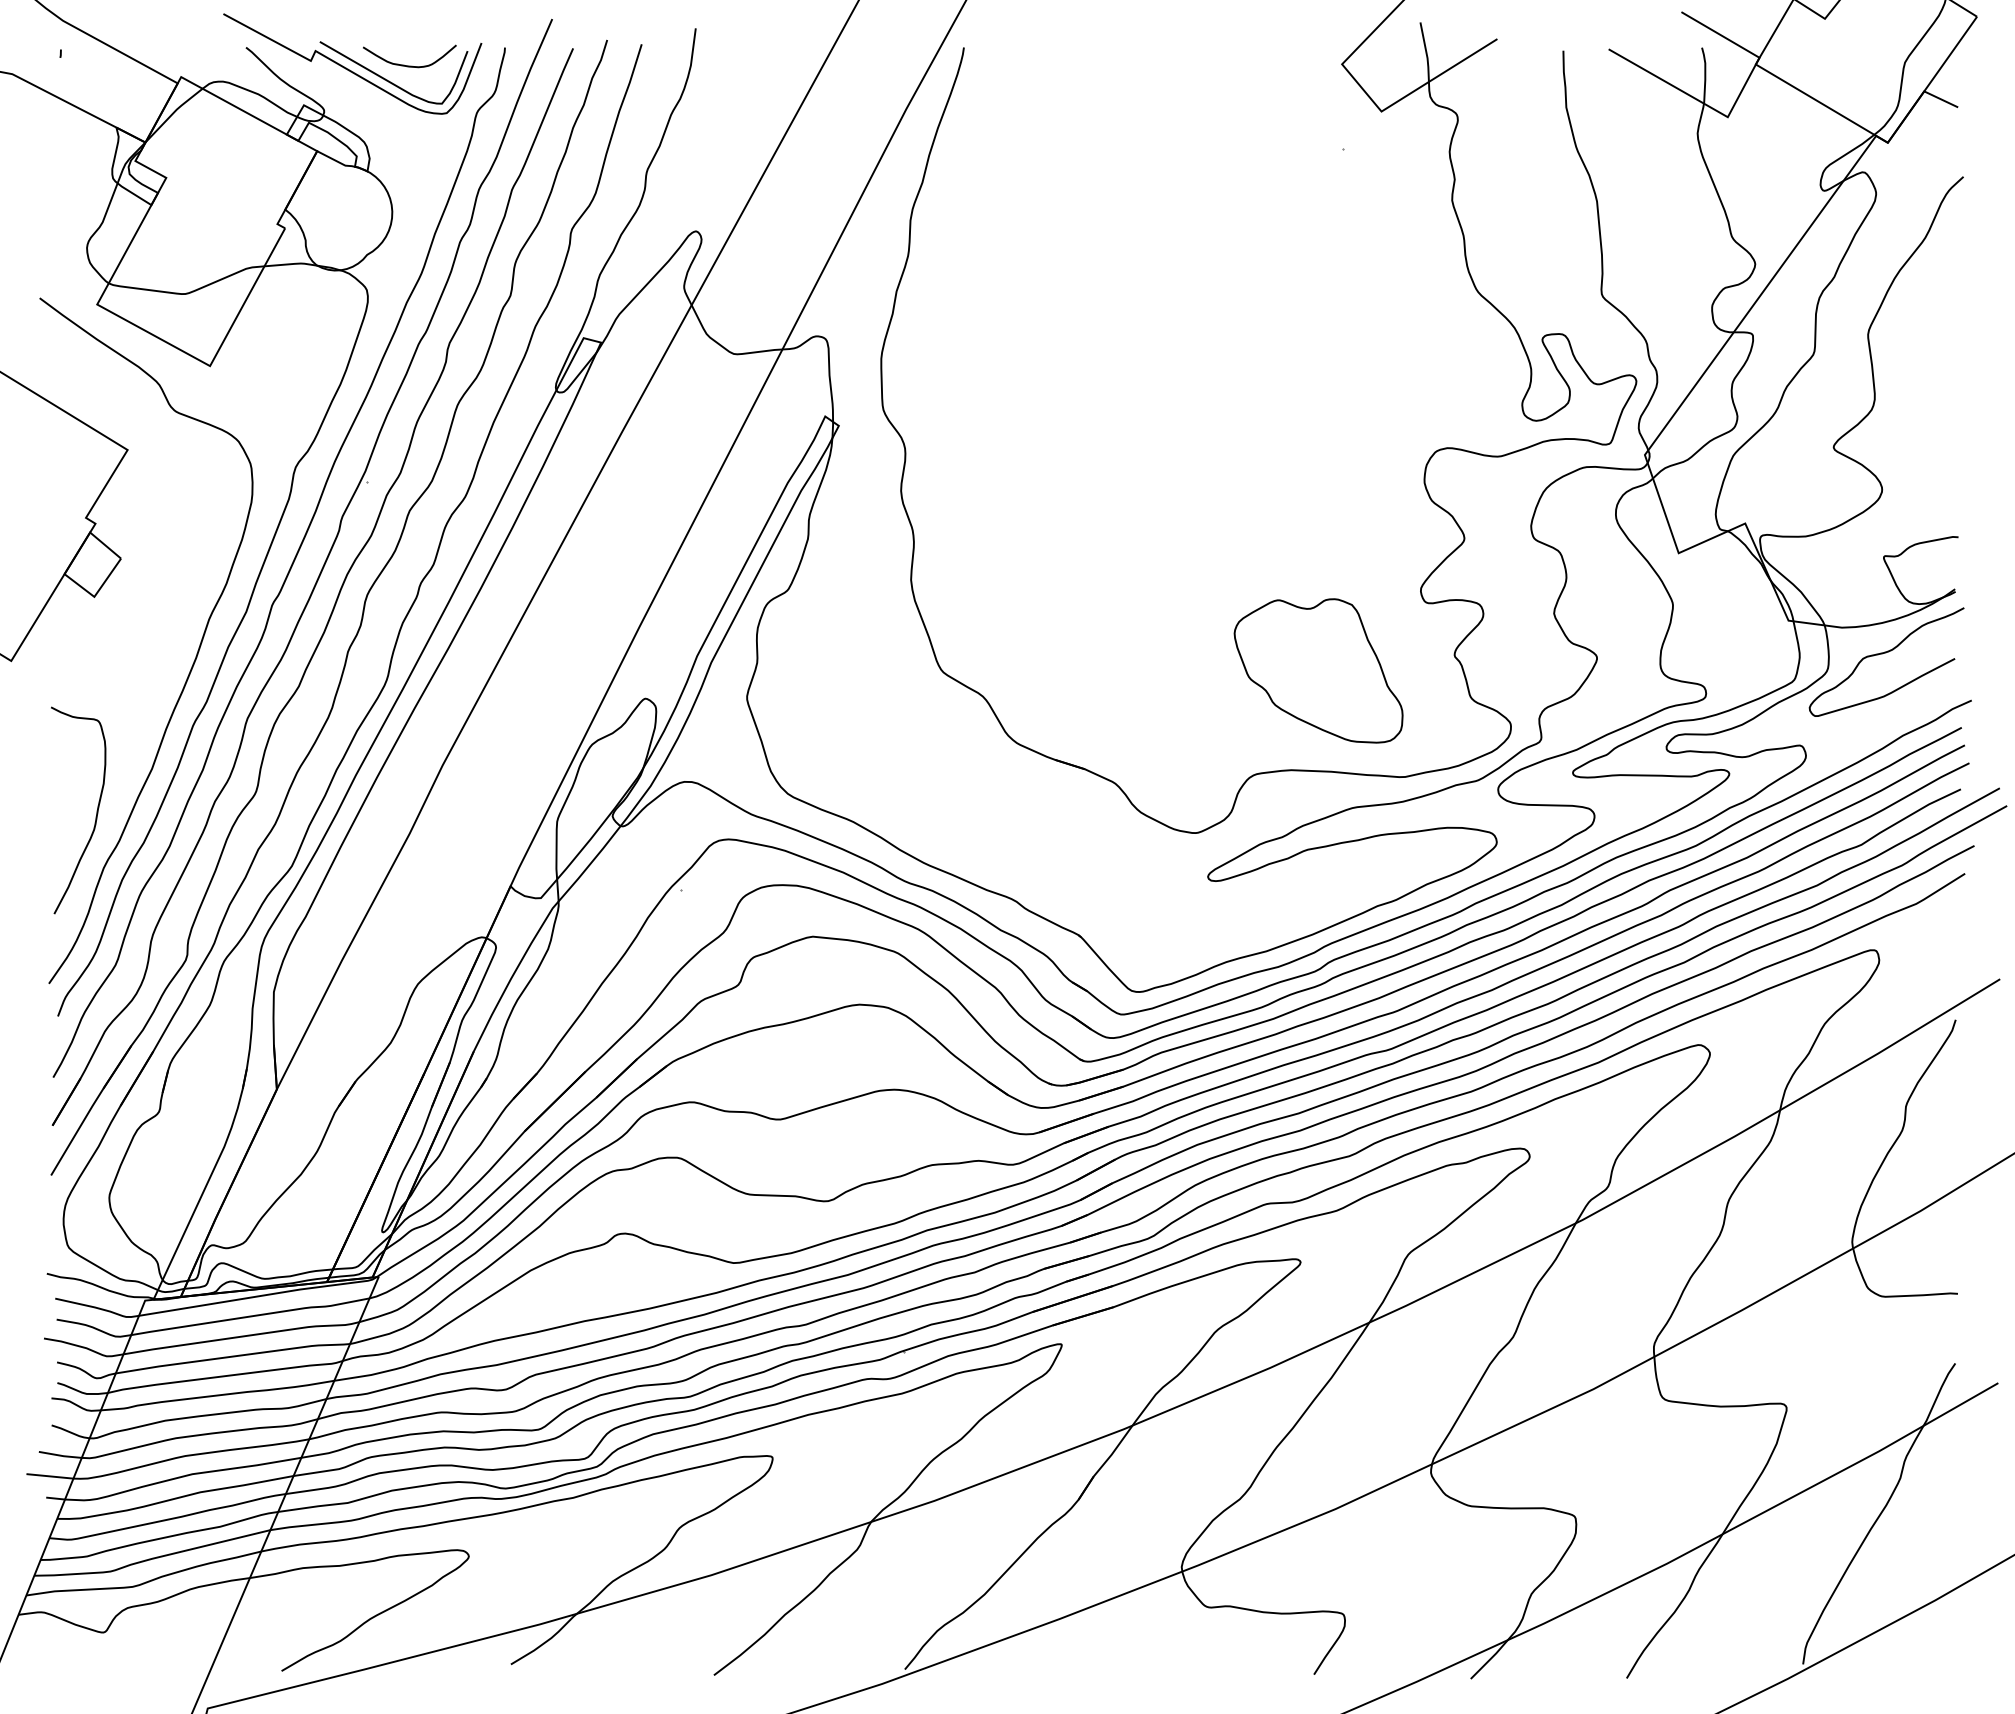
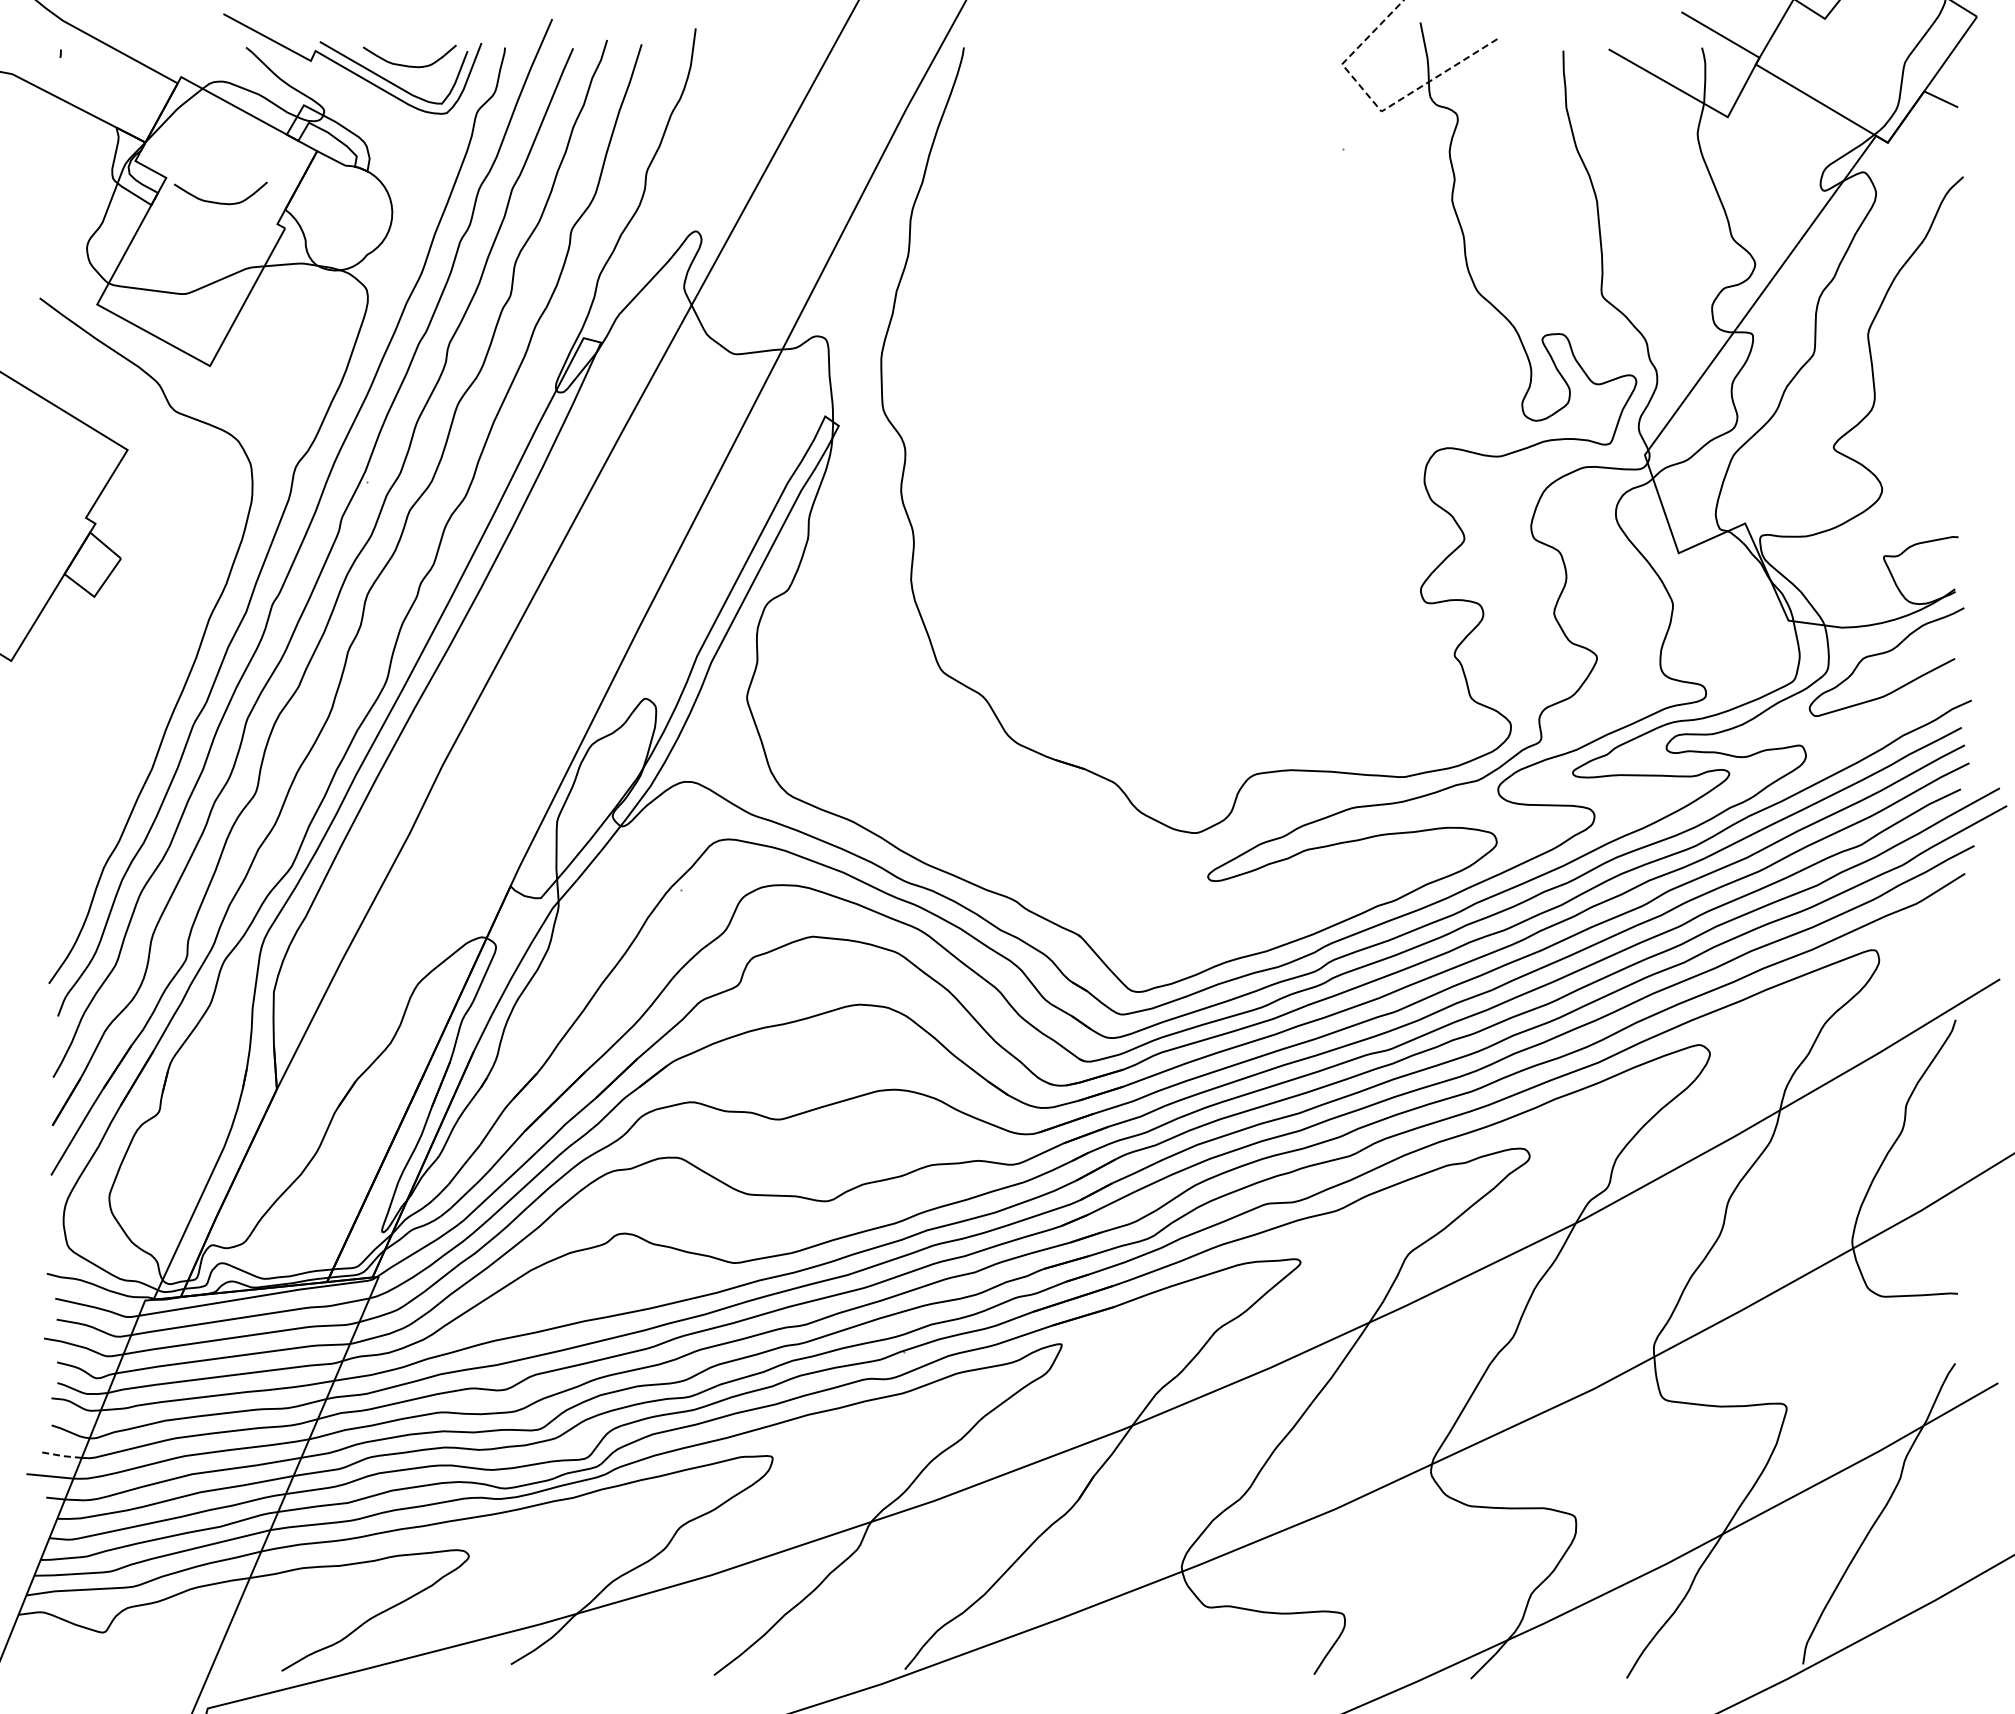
line at (1377, 106): solid -> dashed
curve at (220, 202): none -> present
part at (1318, 670): present -> none
curve at (96, 810): present -> none
line at (60, 1455): solid -> dashed
